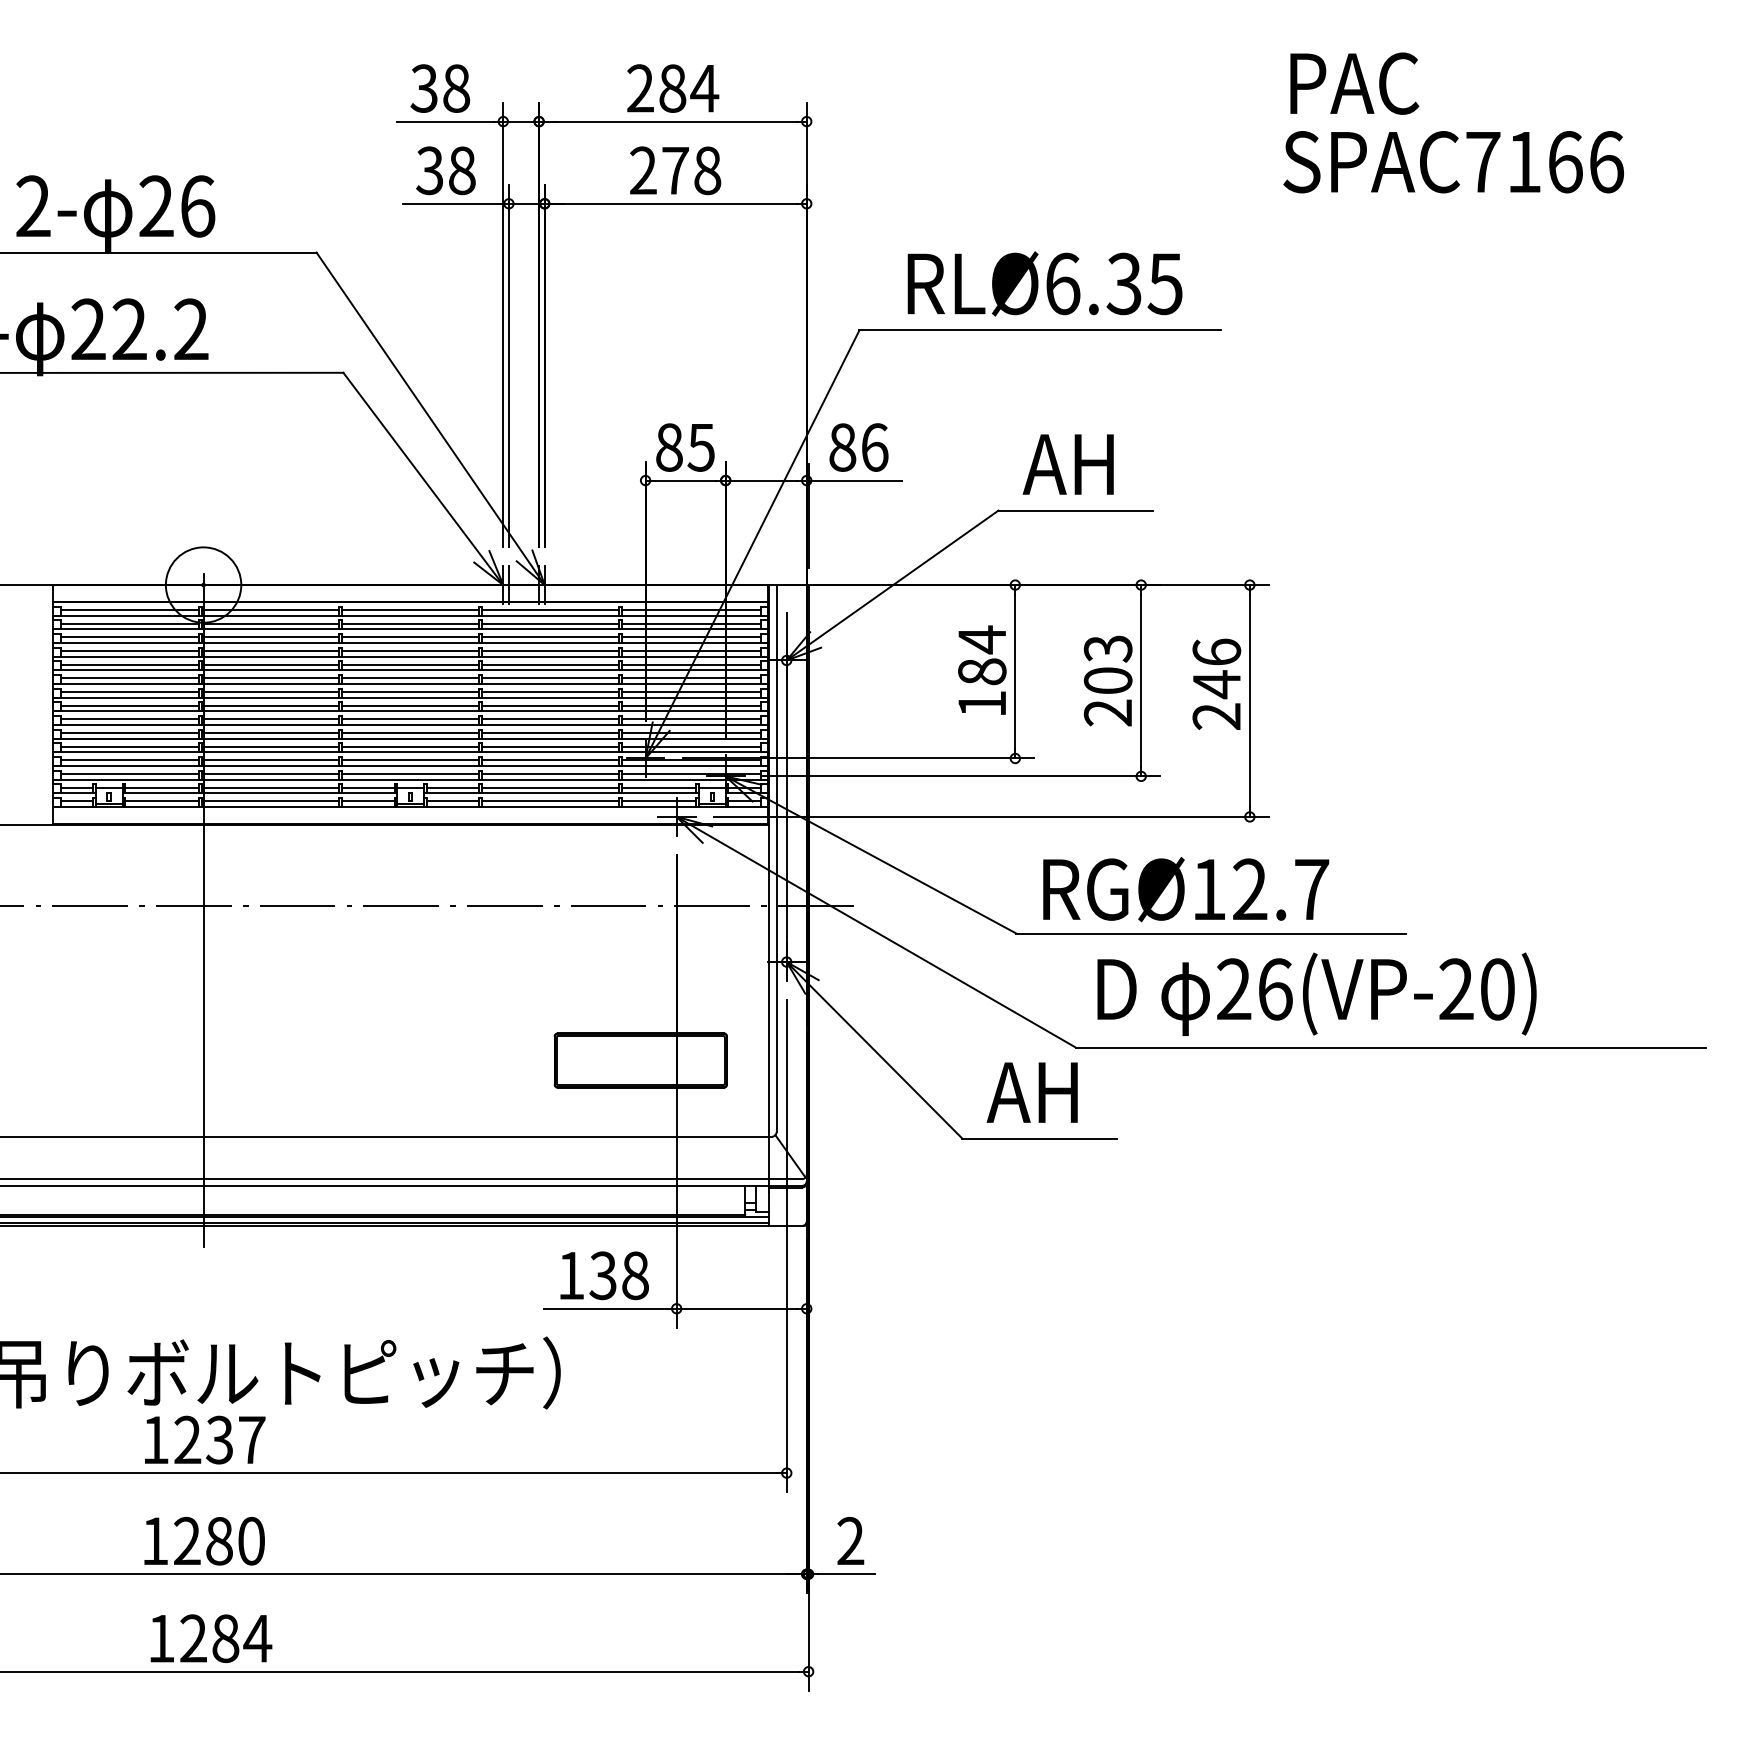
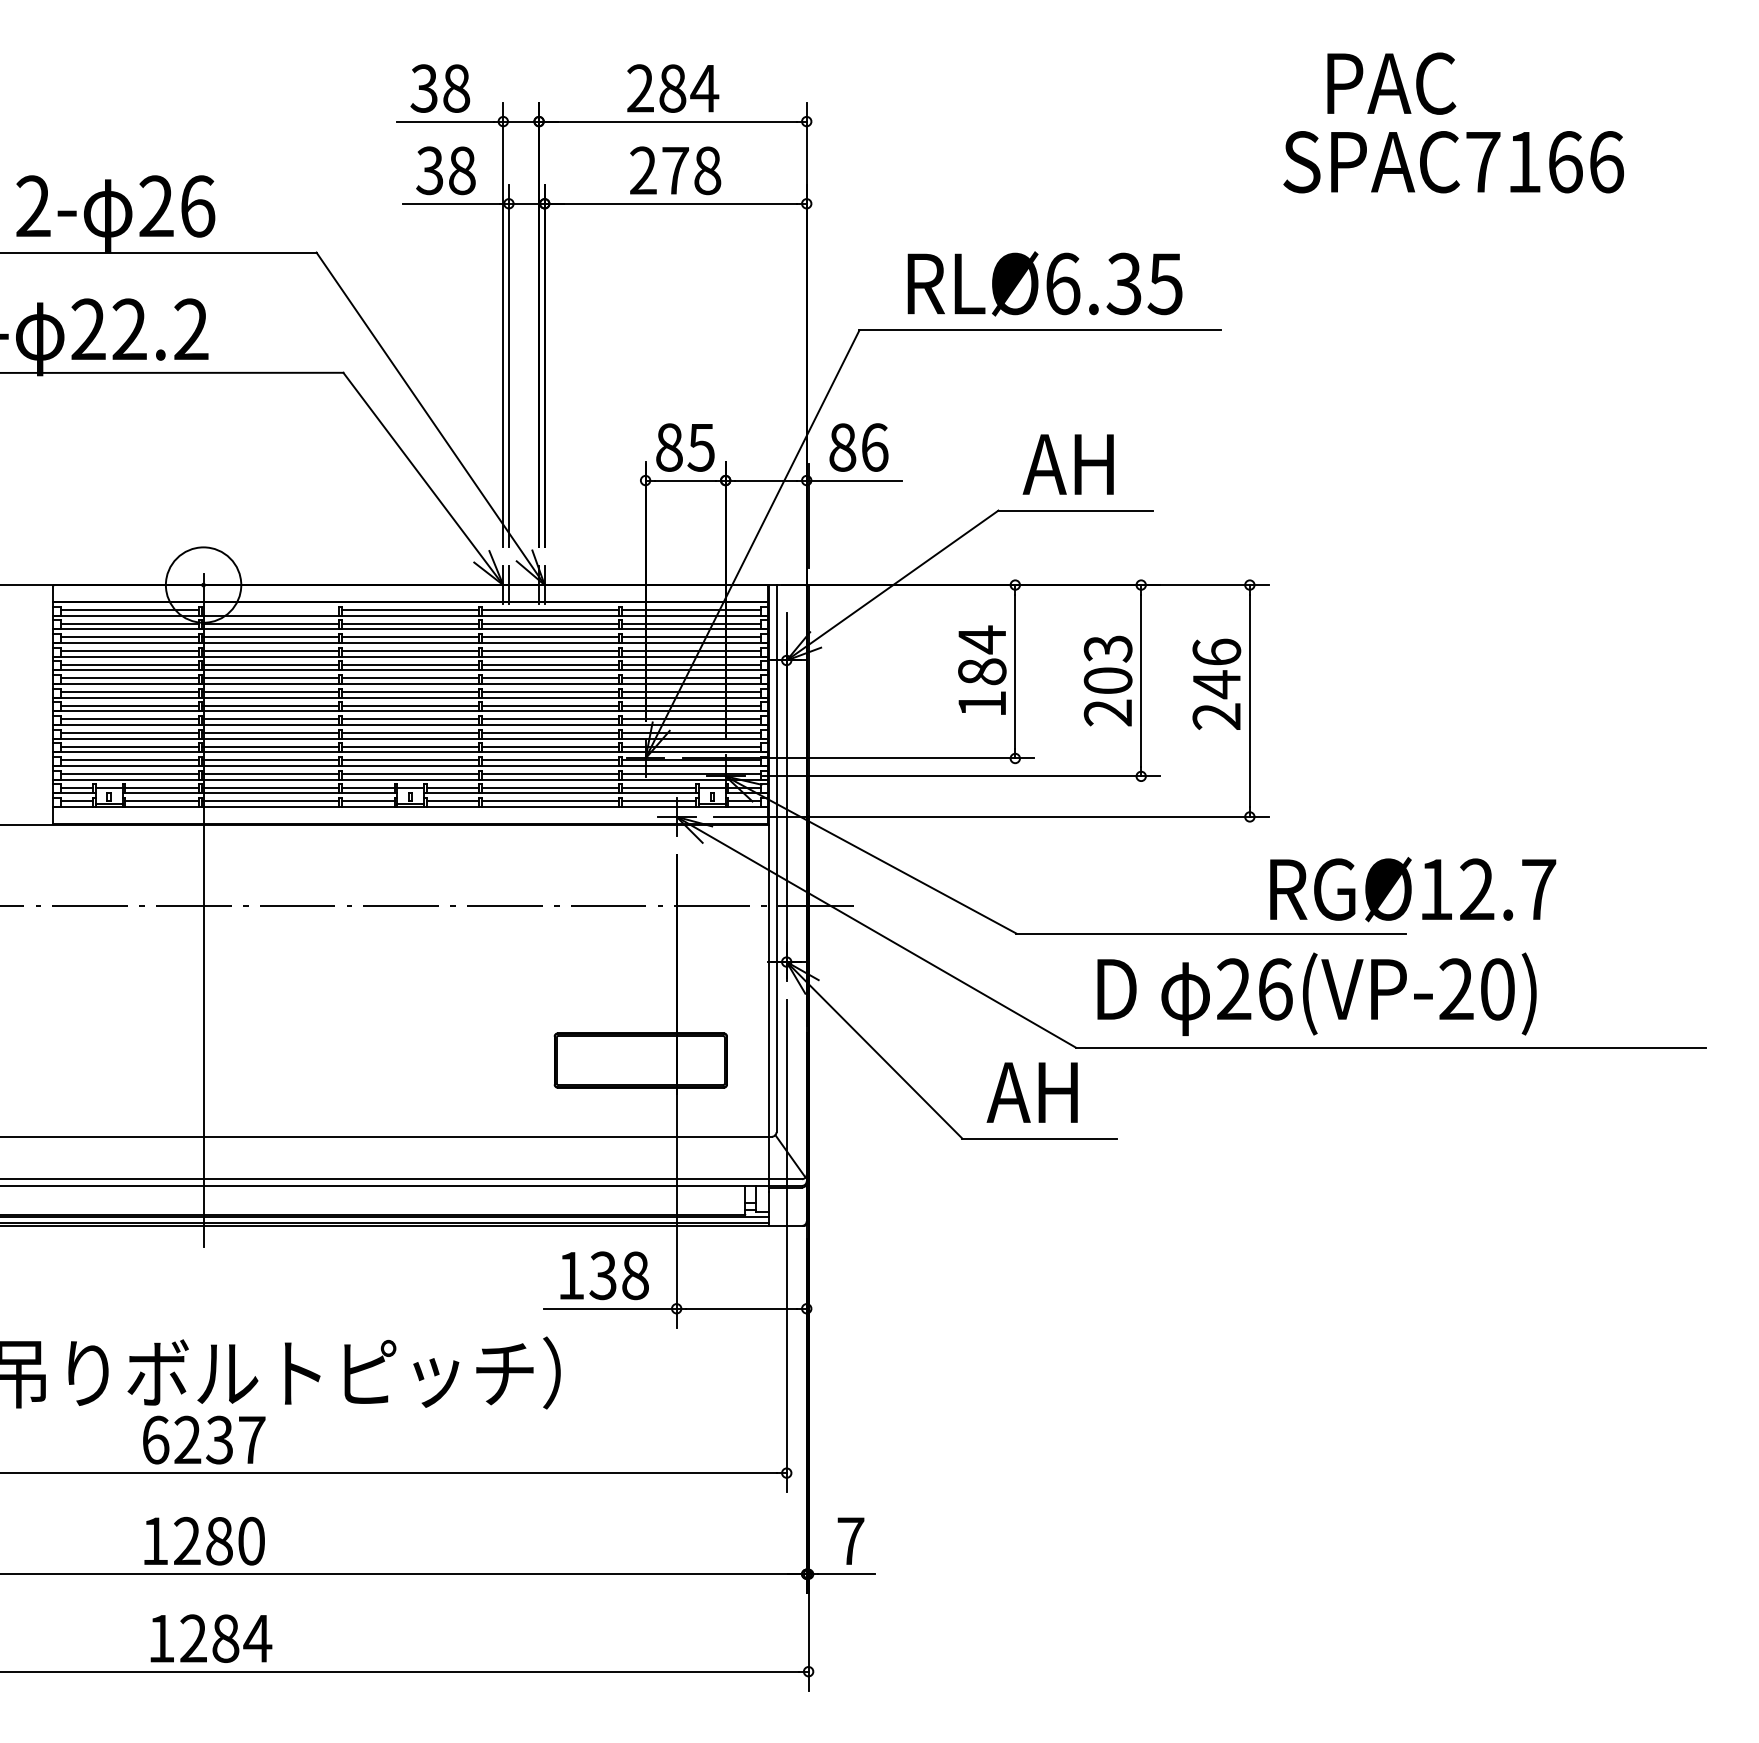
text at (1354, 83) position: (1354, 83) -> (1391, 83)
line at (270, 610): present -> none
text at (1186, 889) position: (1186, 889) -> (1413, 889)
text at (156, 1439): 1237 -> 6237
text at (850, 1540): 2 -> 7
